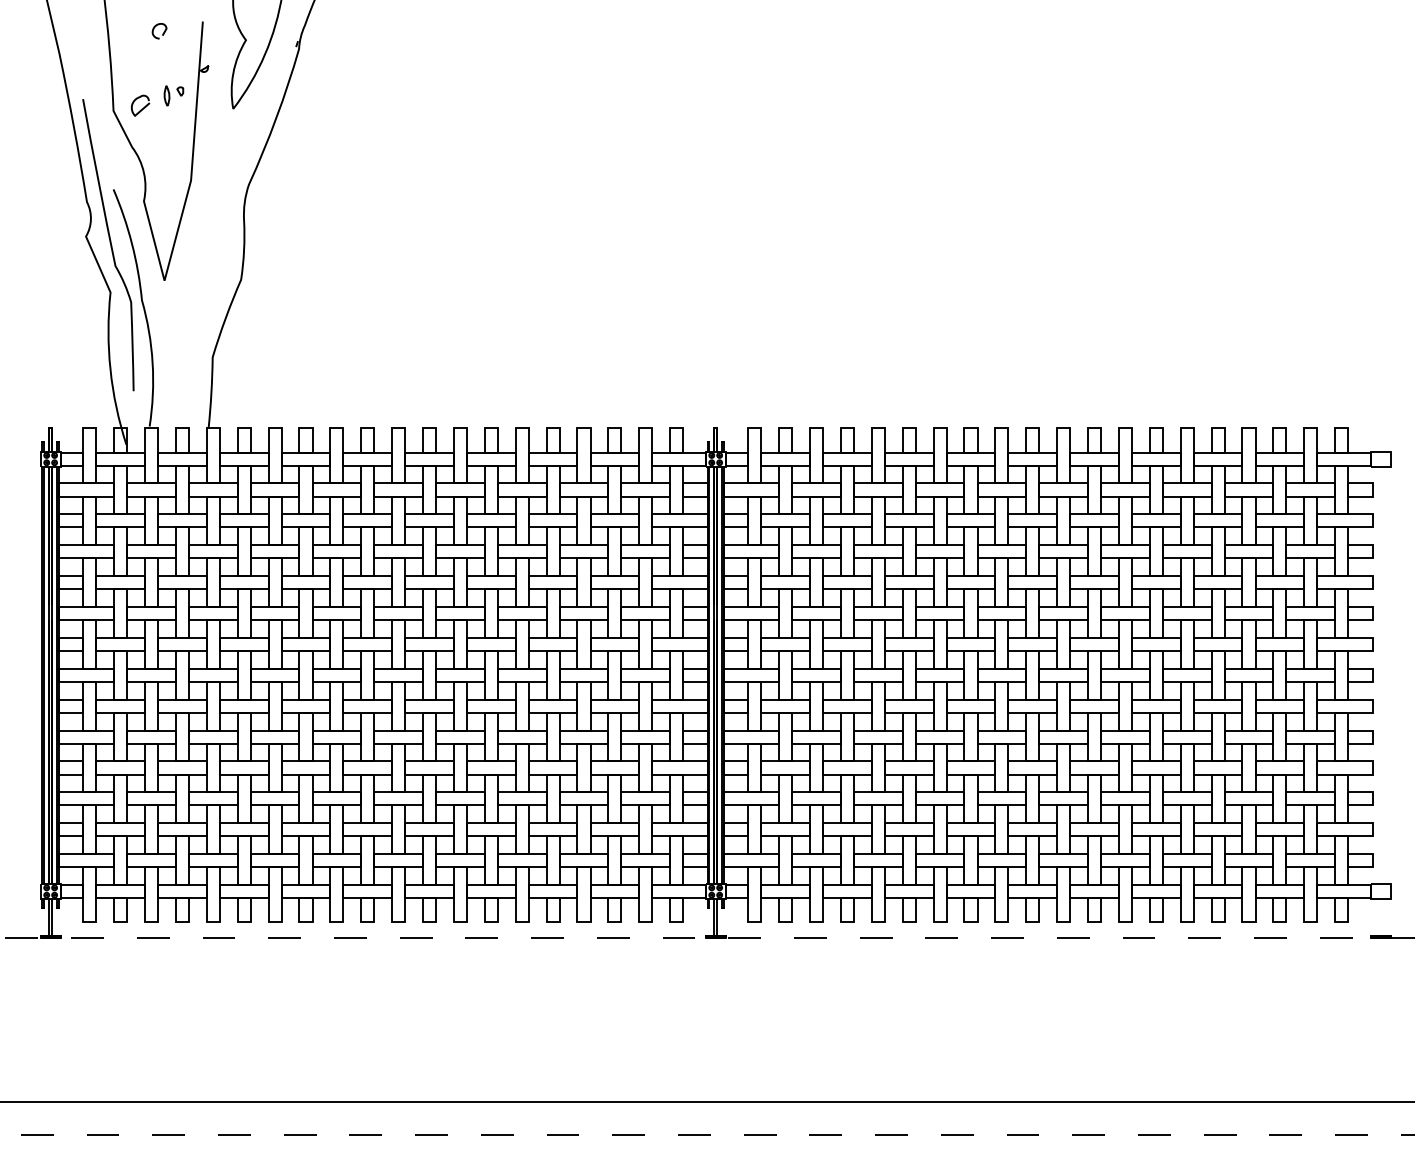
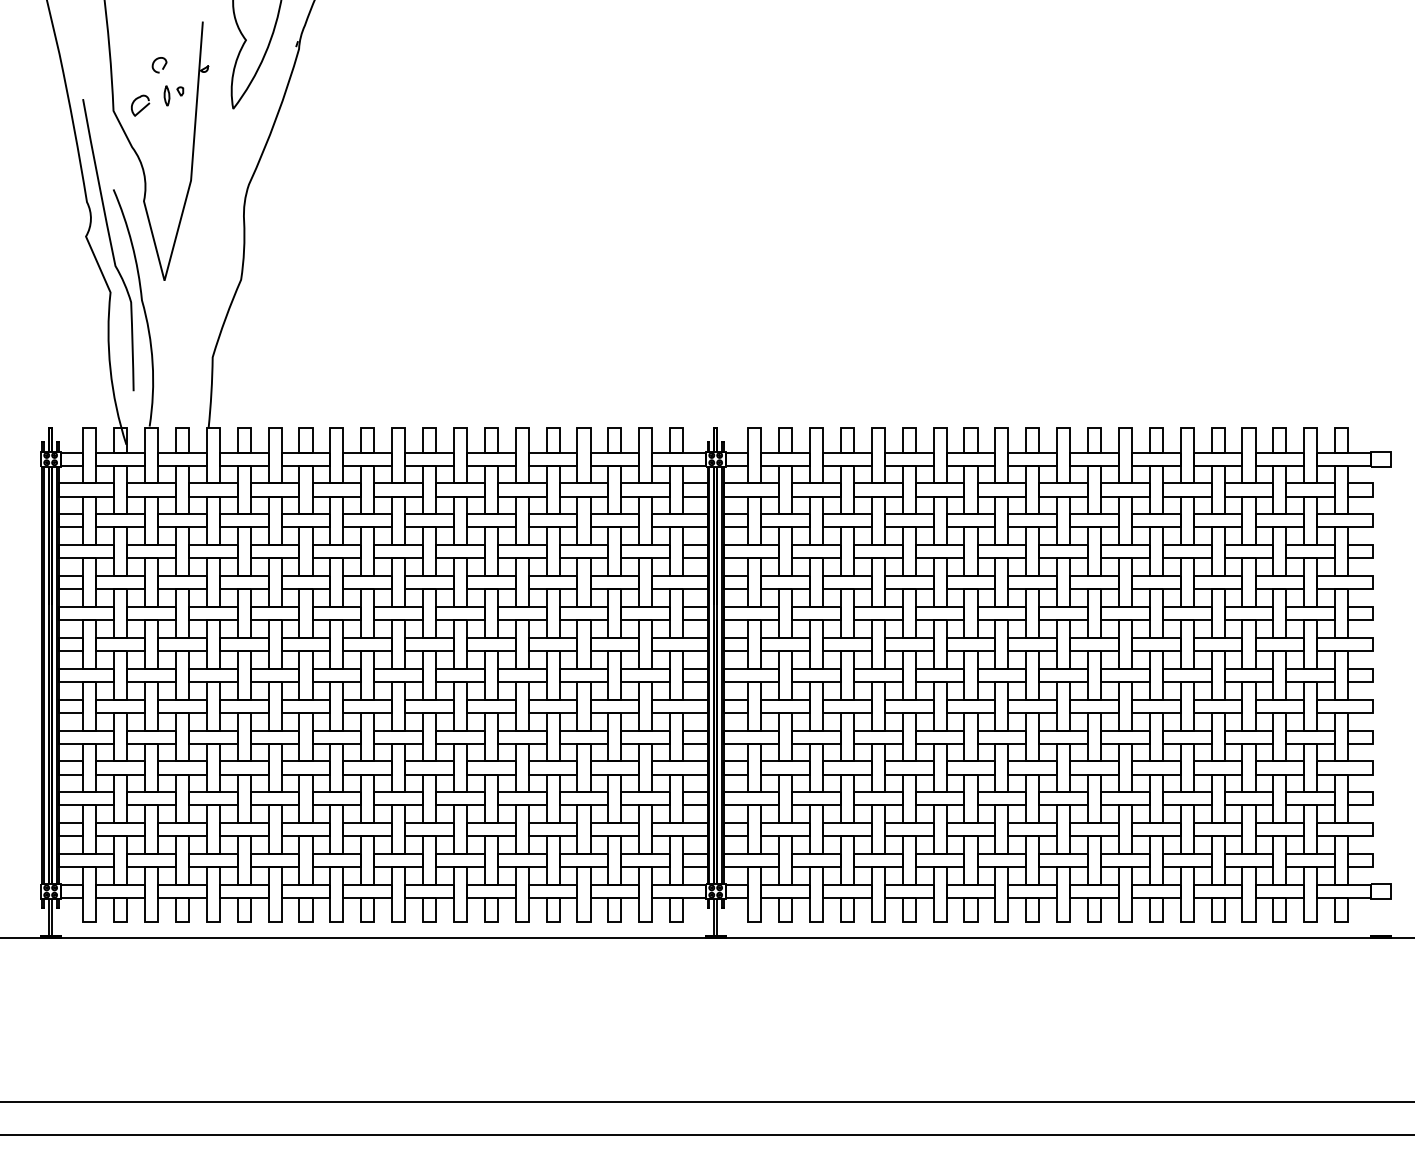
curve at (162, 33) position: (162, 33) -> (162, 67)
line at (707, 937): dashed -> solid
line at (707, 1134): dashed -> solid
